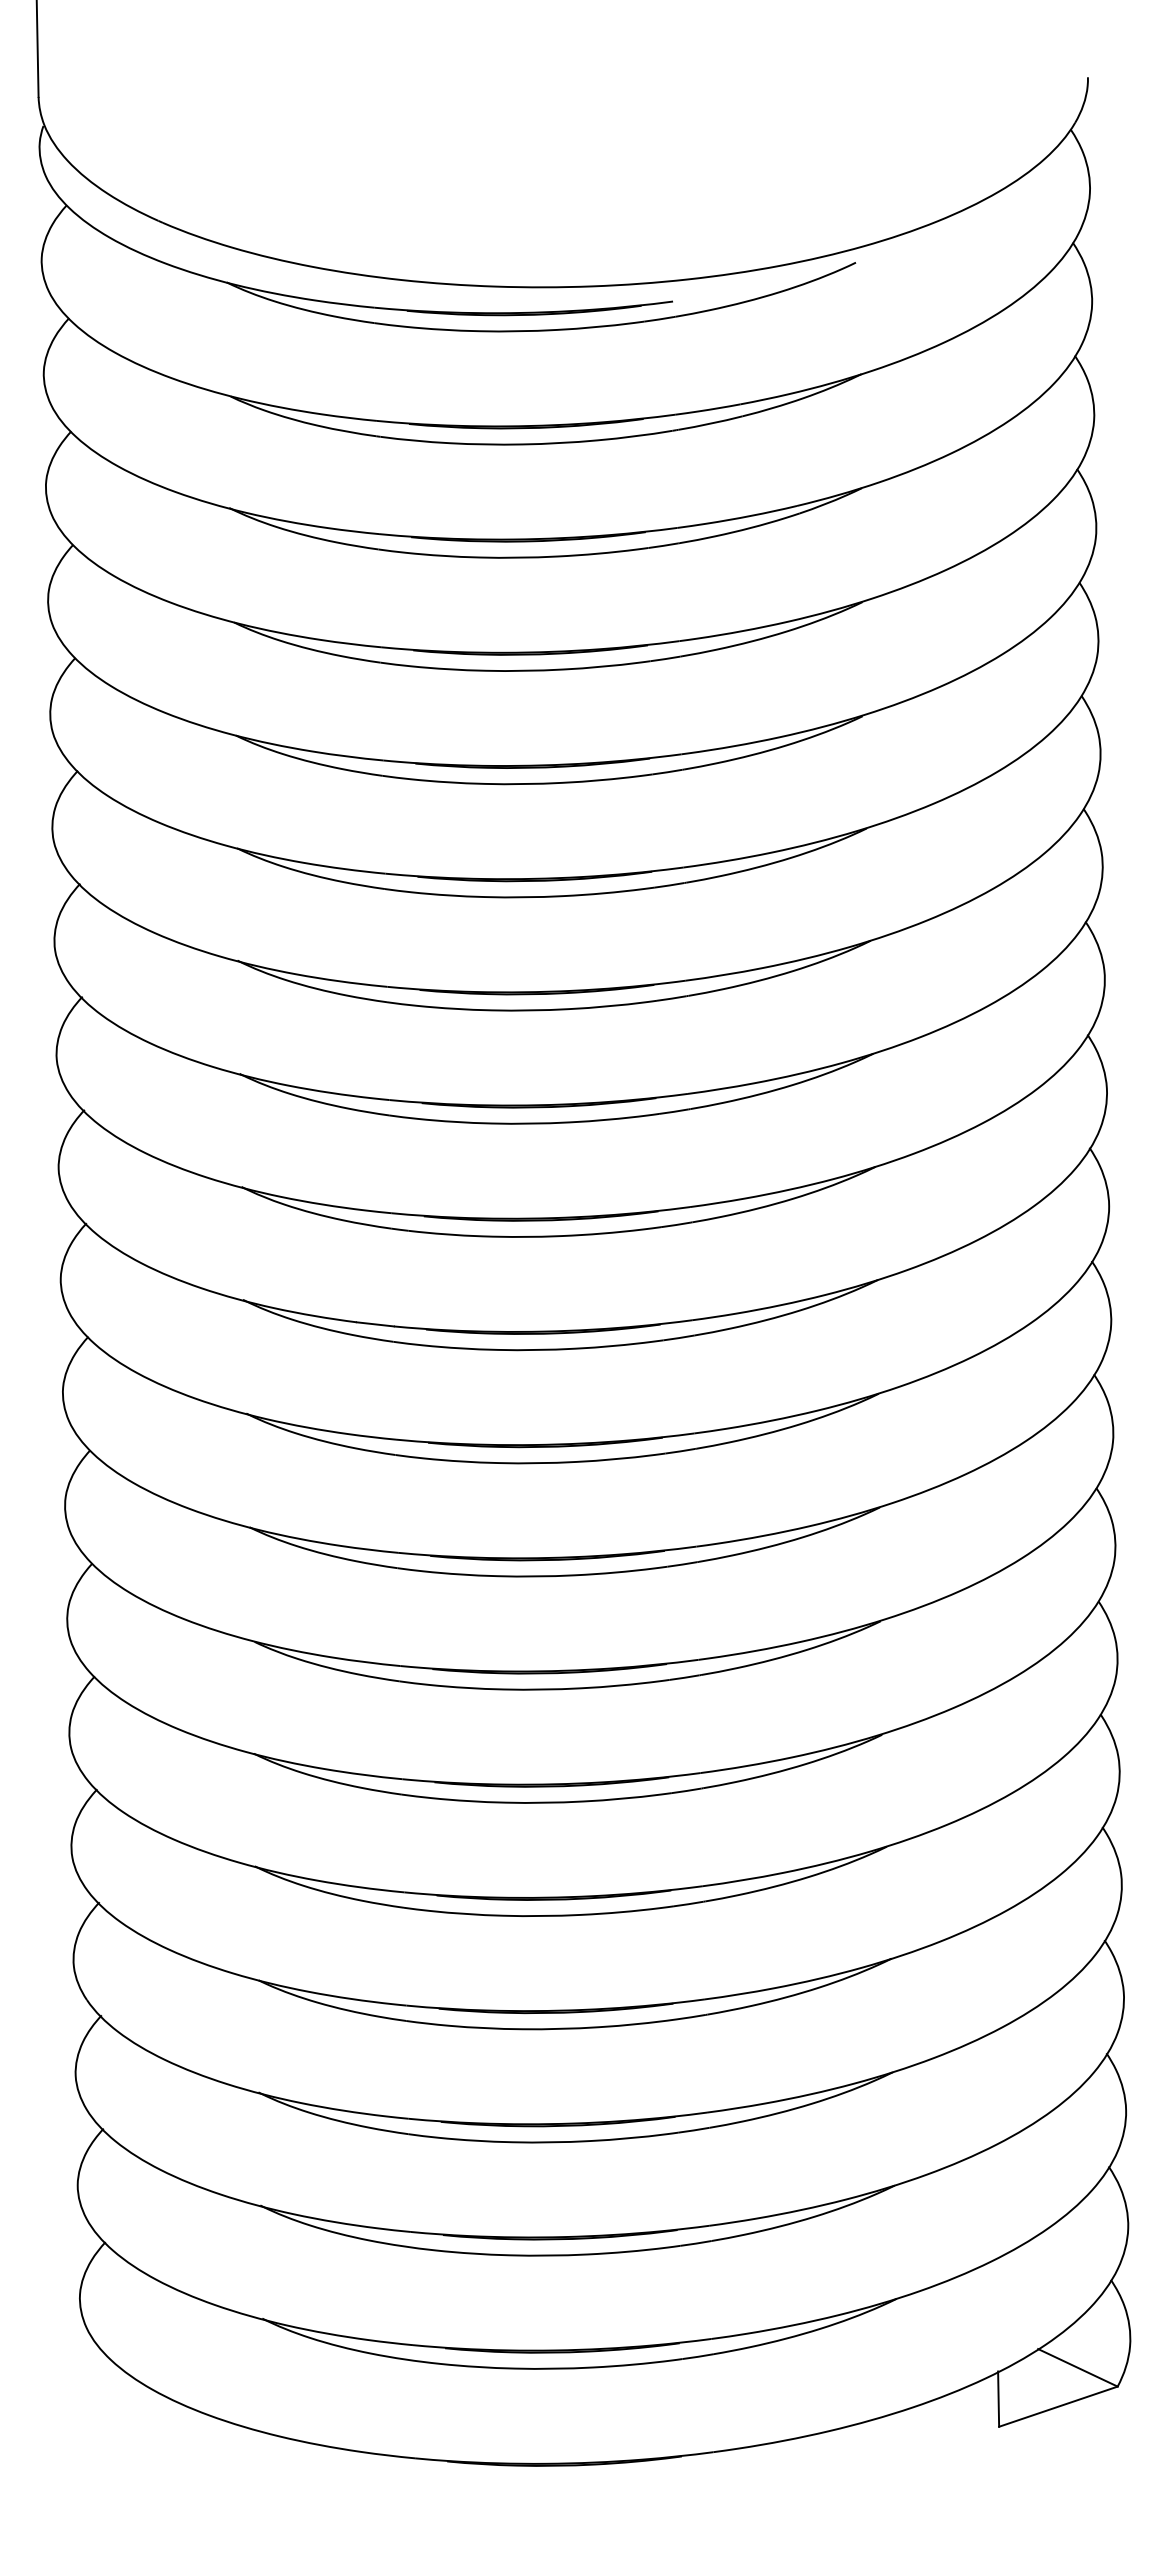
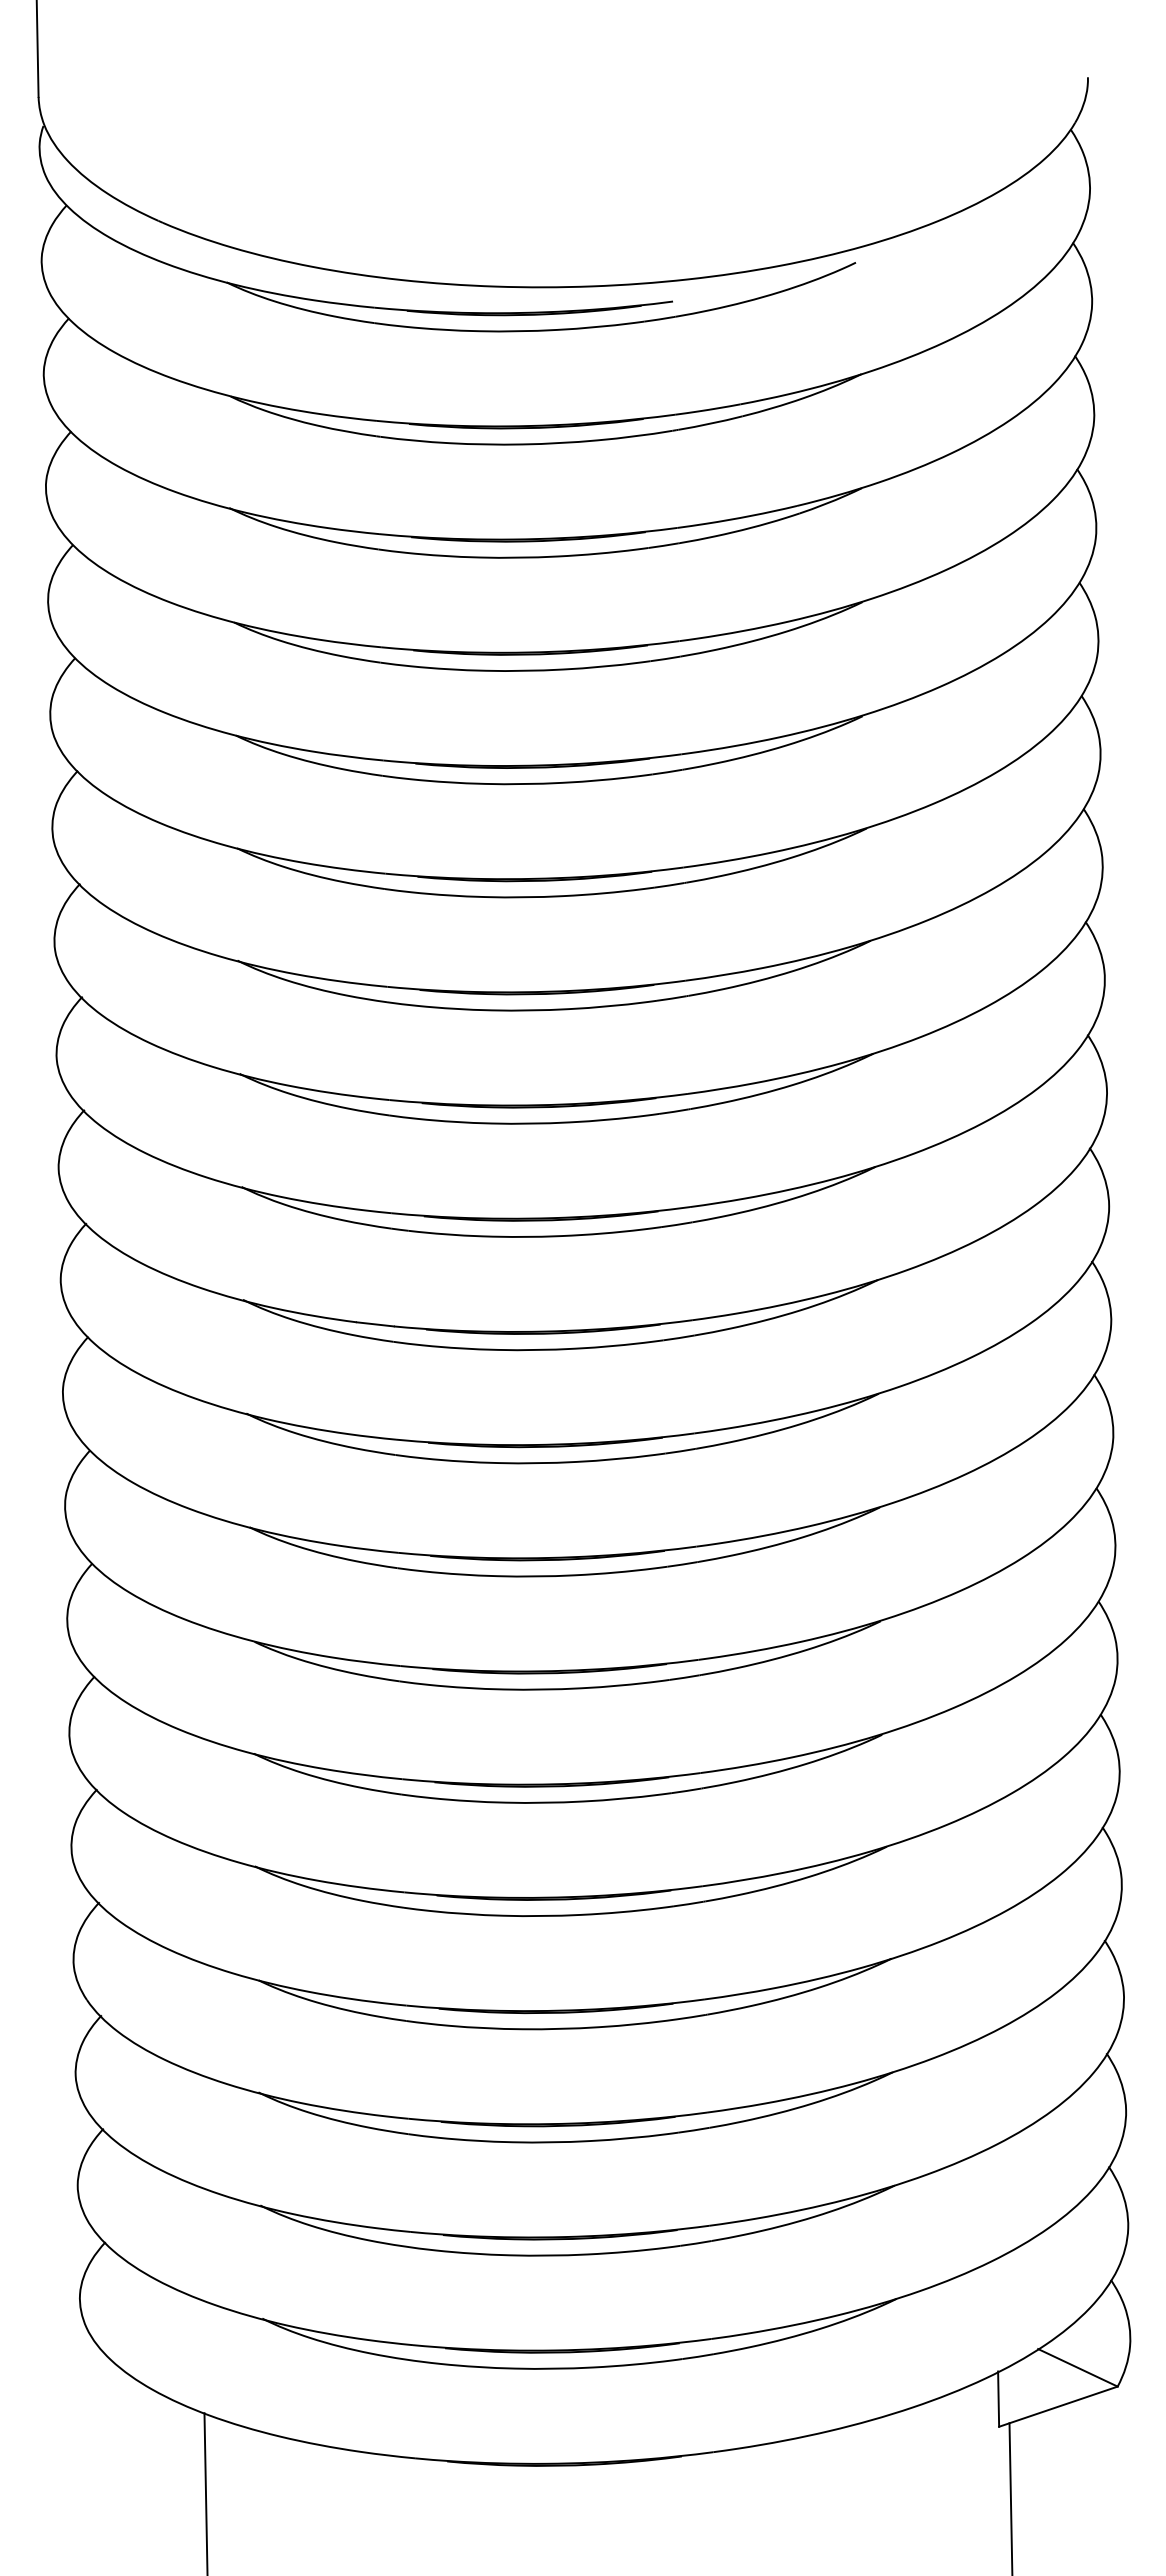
line at (205, 2492): none -> present
line at (1010, 2497): none -> present
